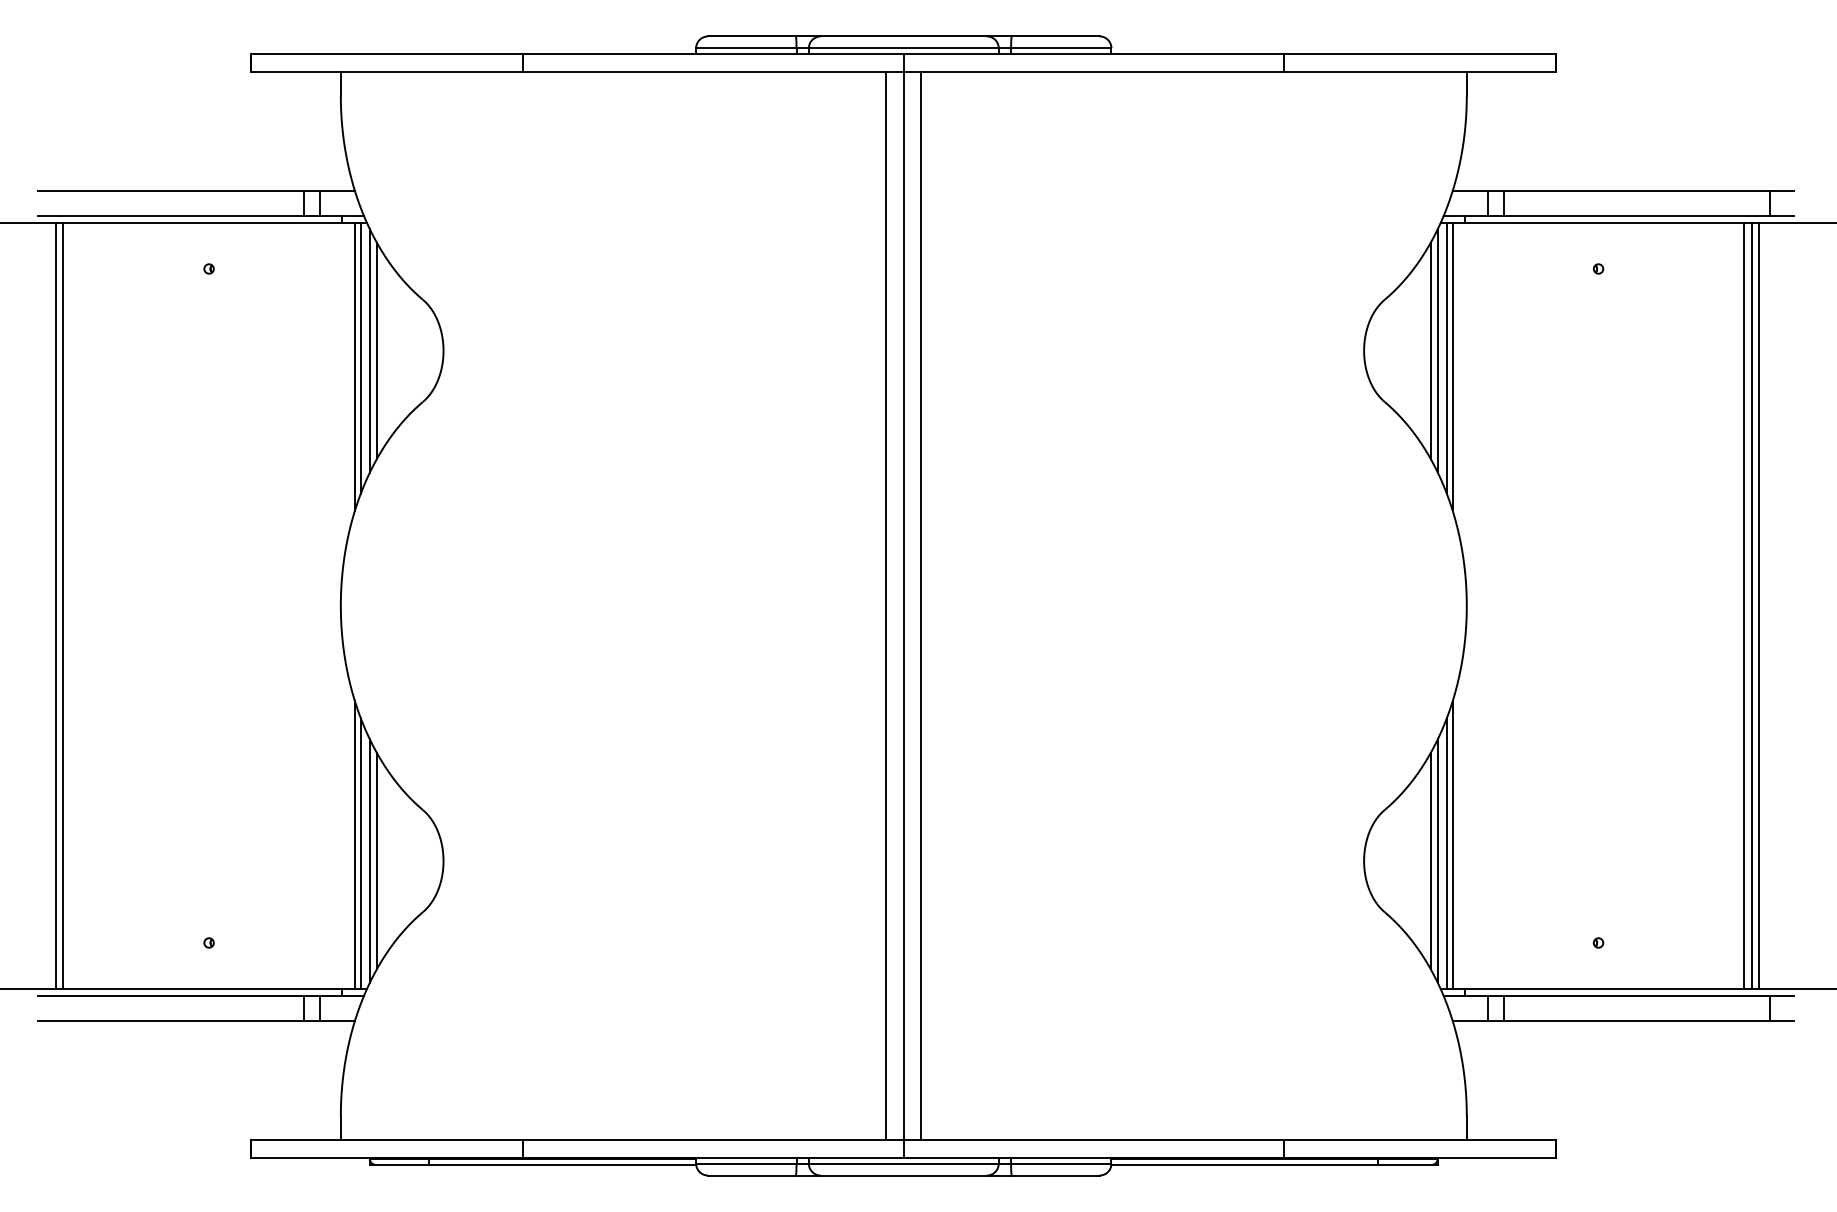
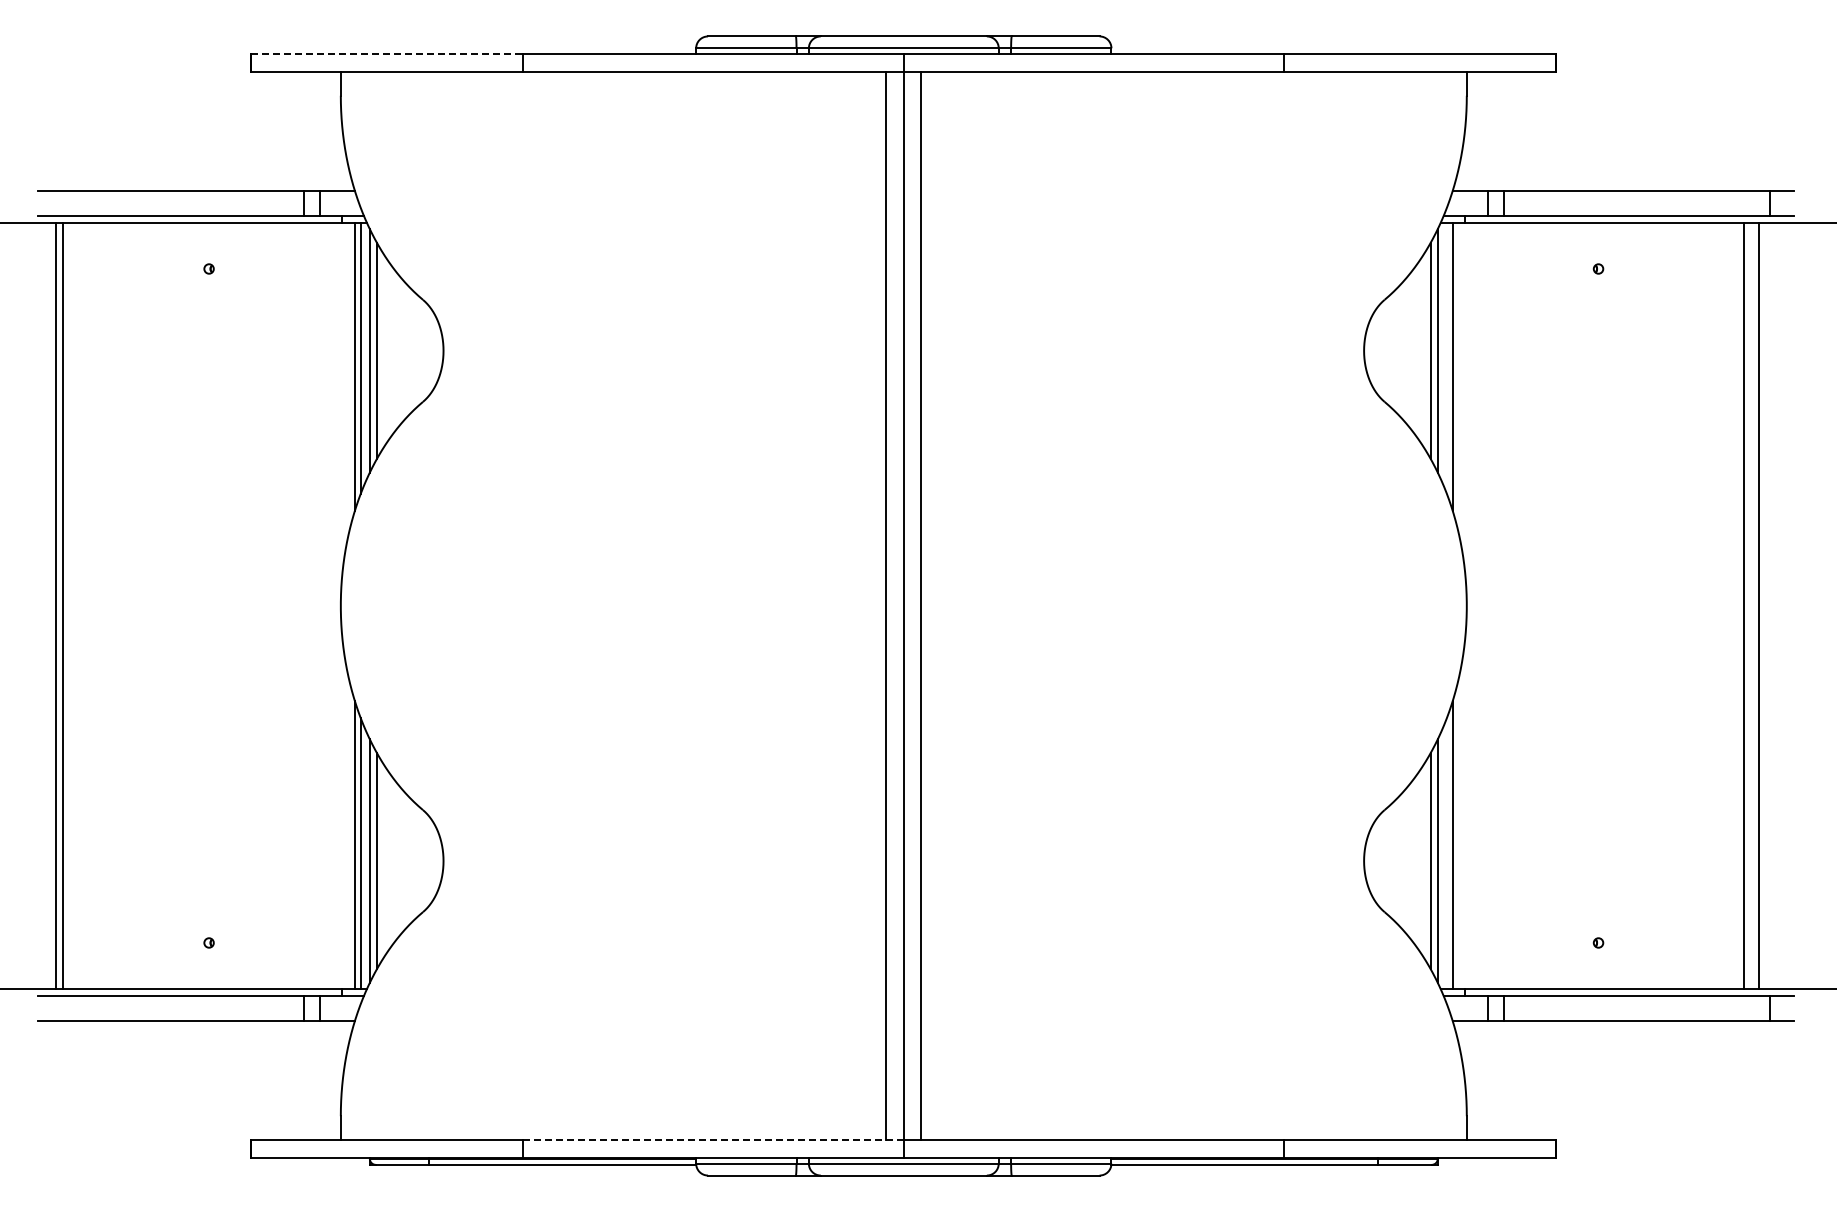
line at (387, 54): solid -> dashed
line at (1446, 357): present -> none
line at (1751, 605): present -> none
line at (1446, 853): present -> none
line at (713, 1139): solid -> dashed
